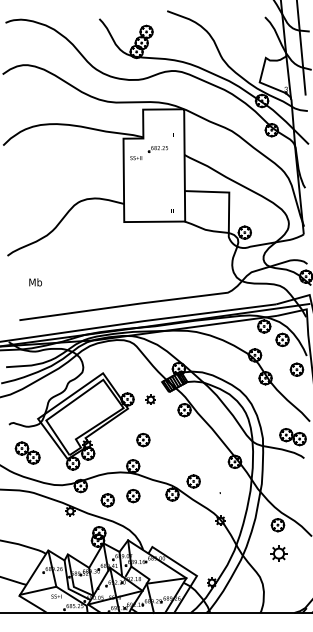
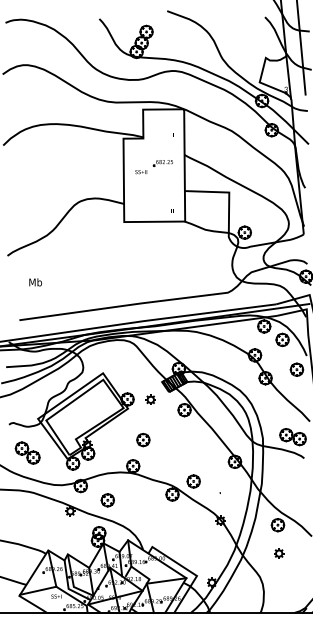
part at (148, 153) position: (148, 153) -> (153, 167)
part at (133, 496): present -> none
part at (278, 553) size: 18x17 px -> 11x11 px
